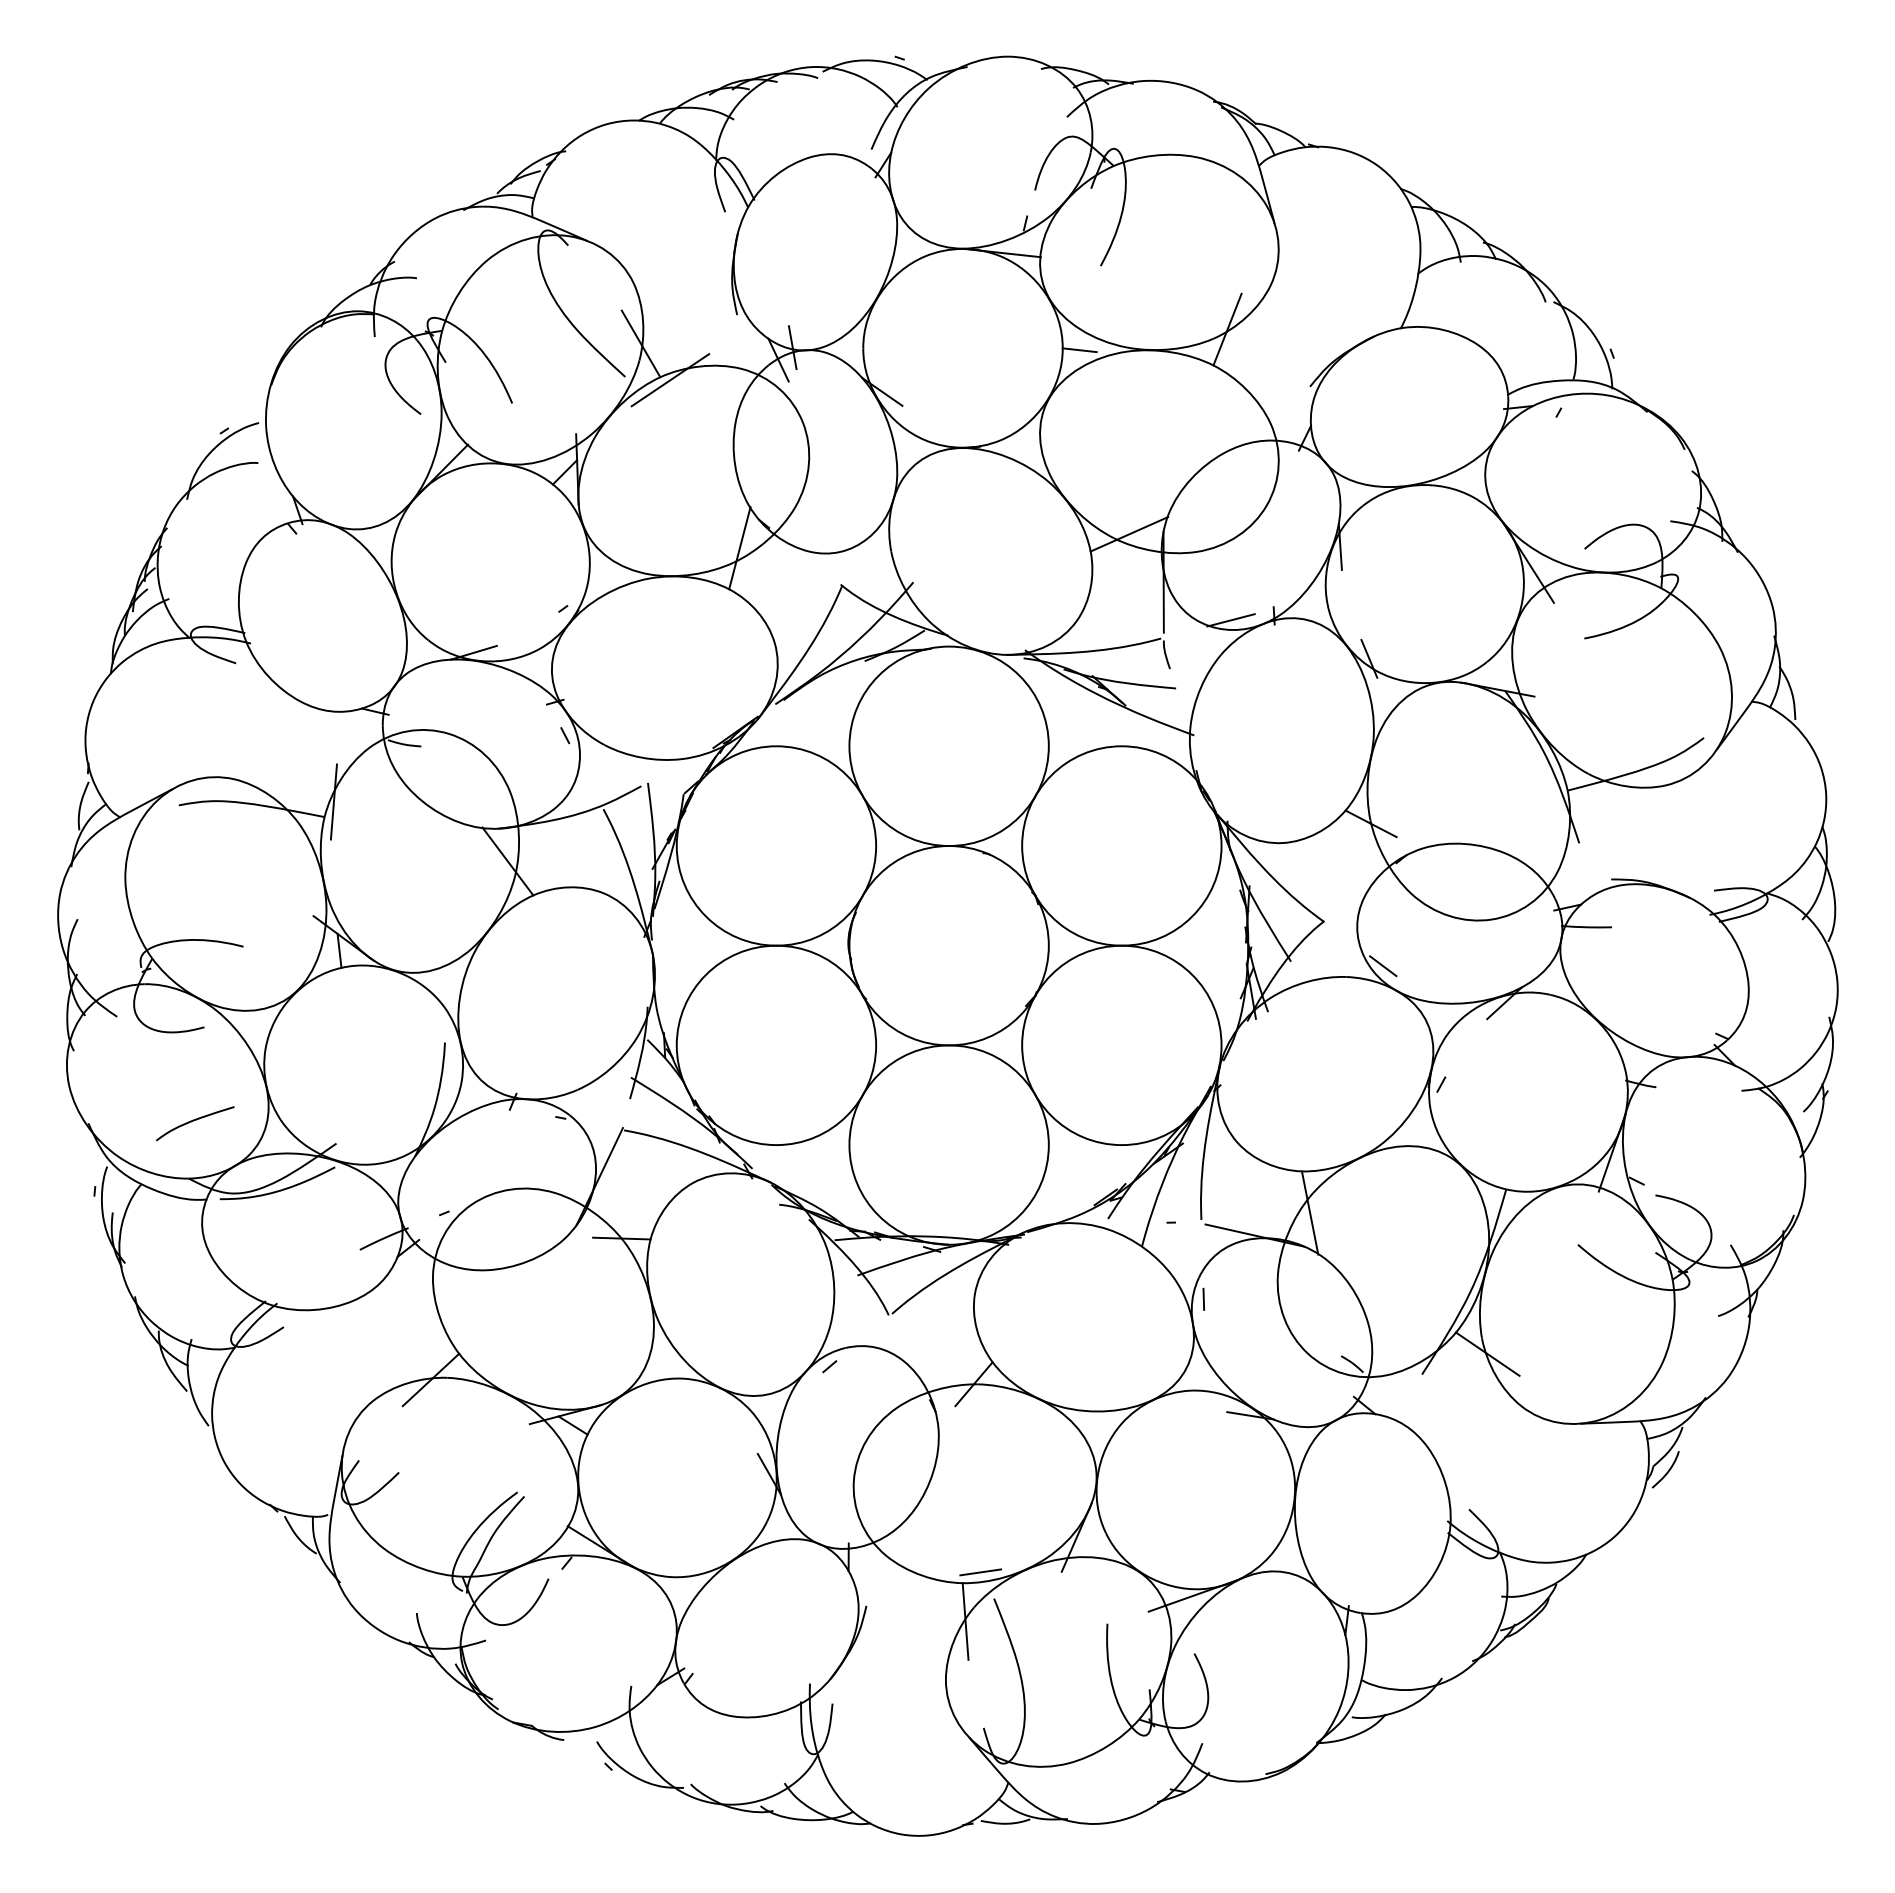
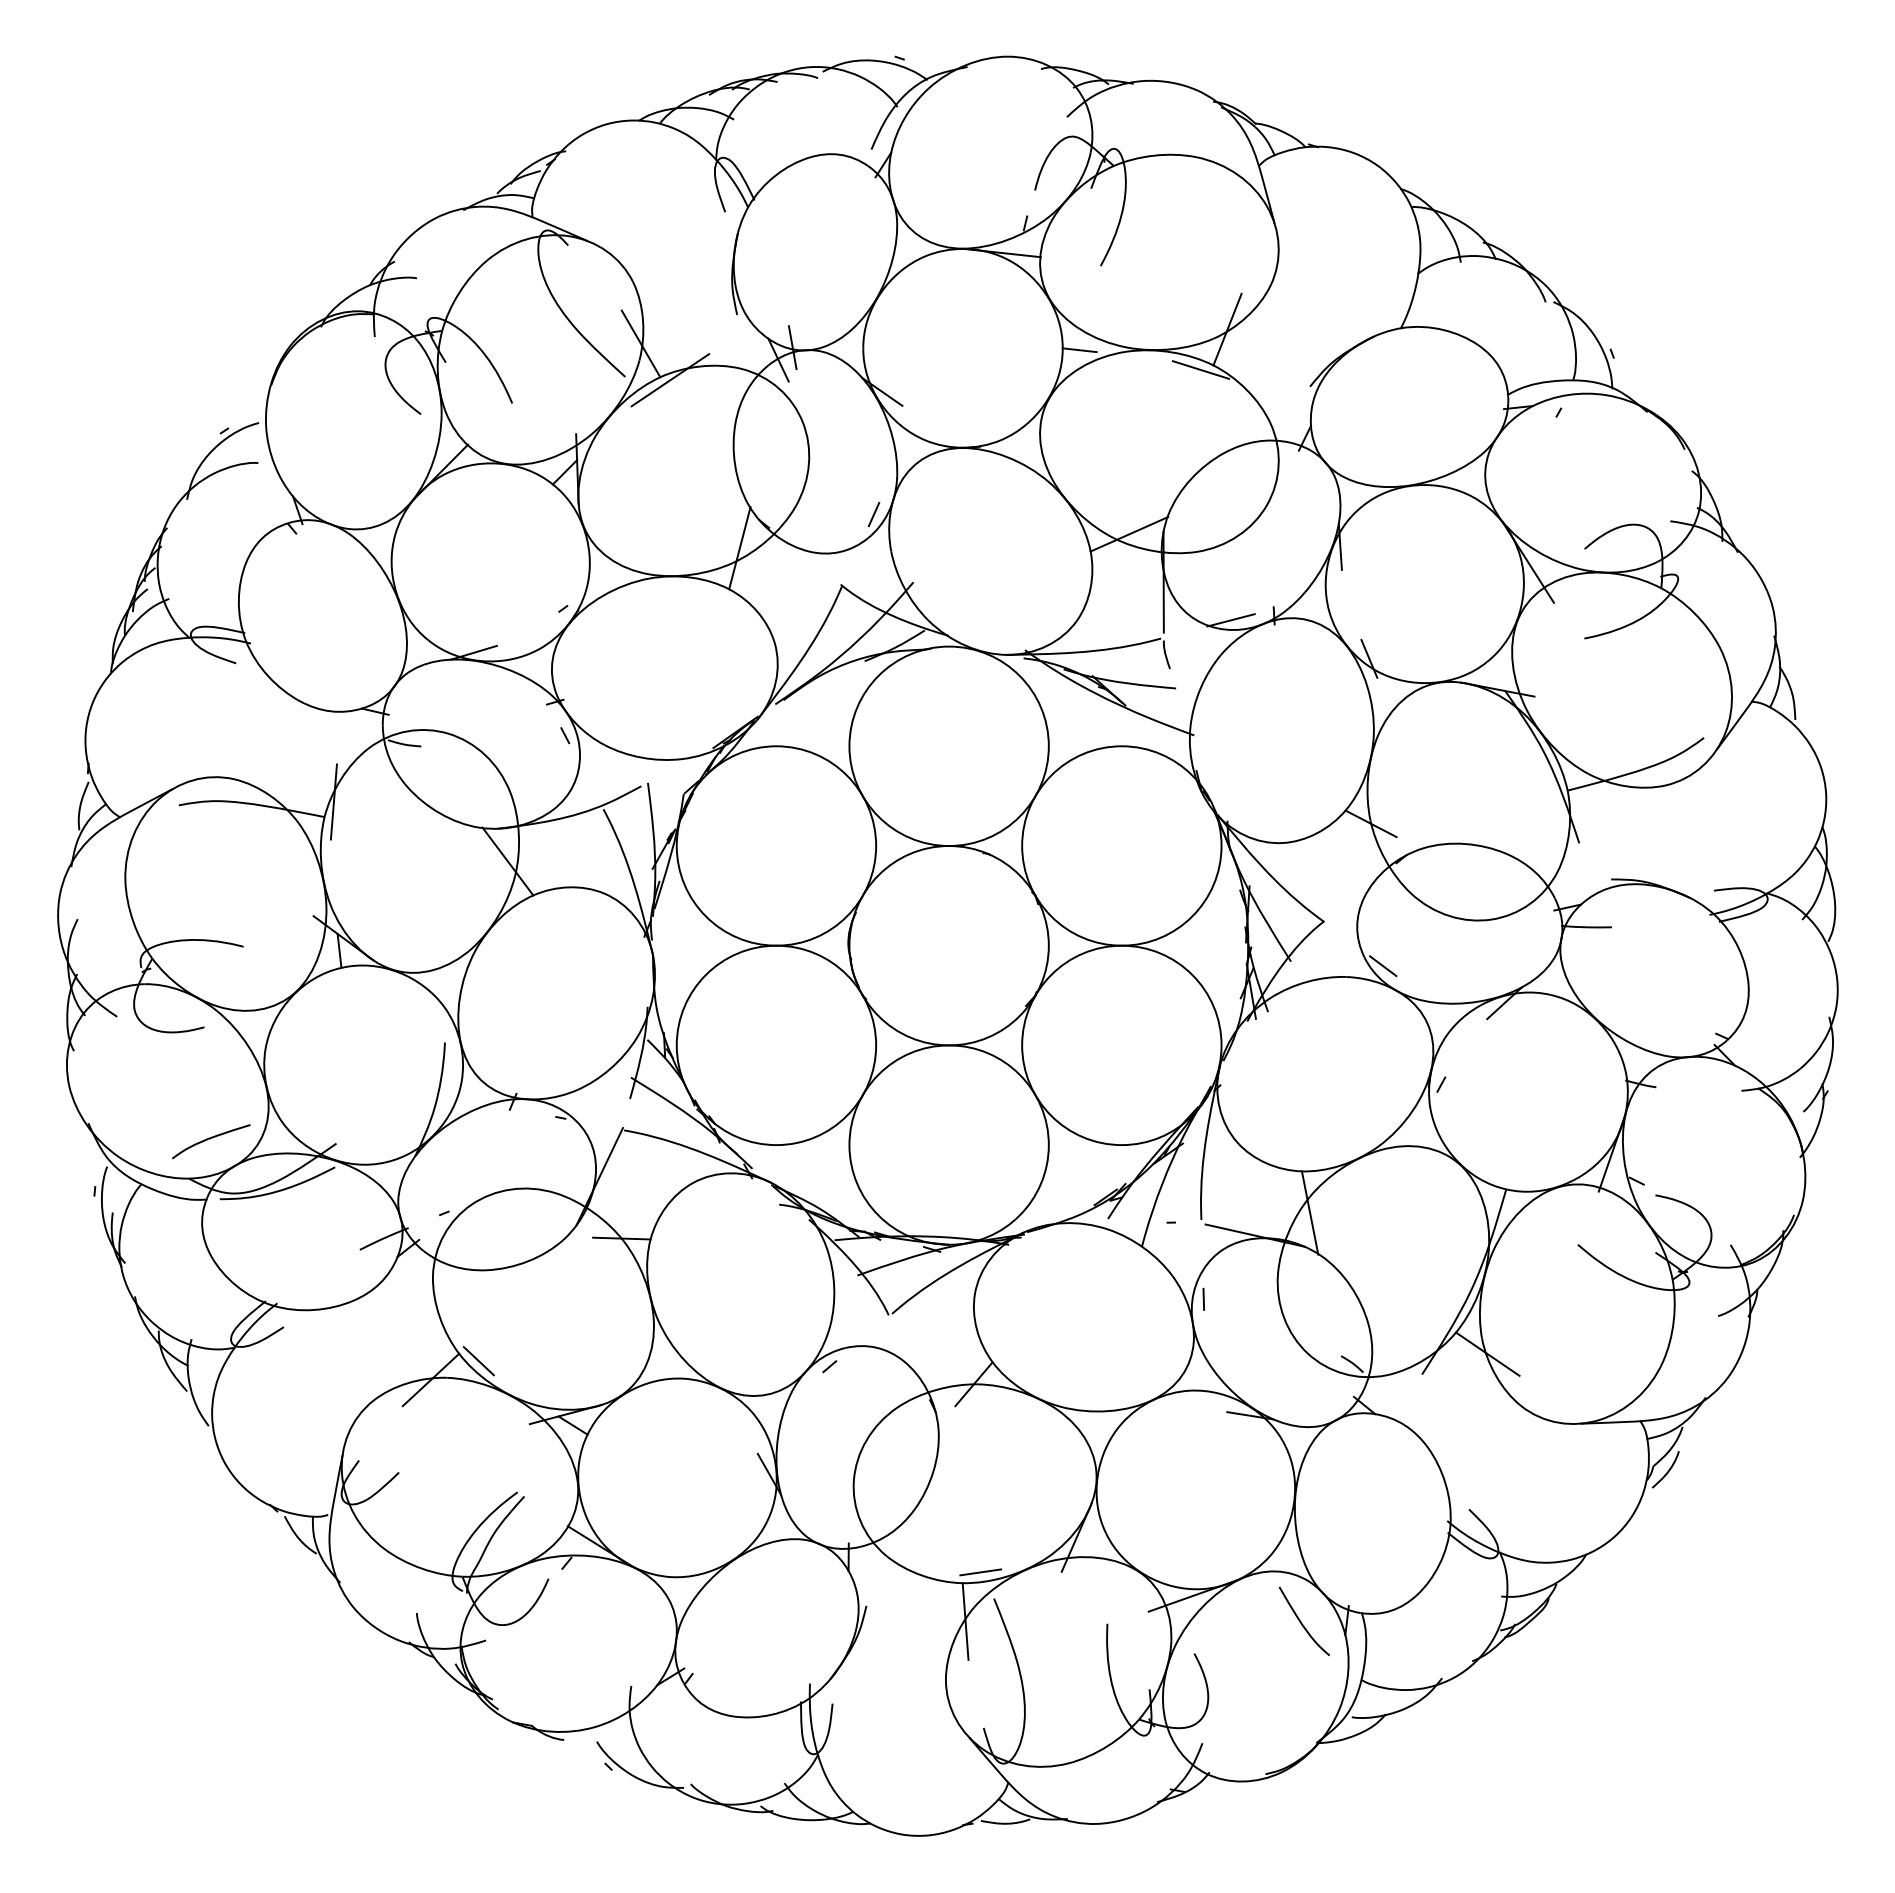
line at (1200, 369): none -> present
line at (873, 514): none -> present
curve at (194, 1121) position: (194, 1121) -> (210, 1139)
line at (478, 1361): none -> present
curve at (1301, 1621): none -> present
